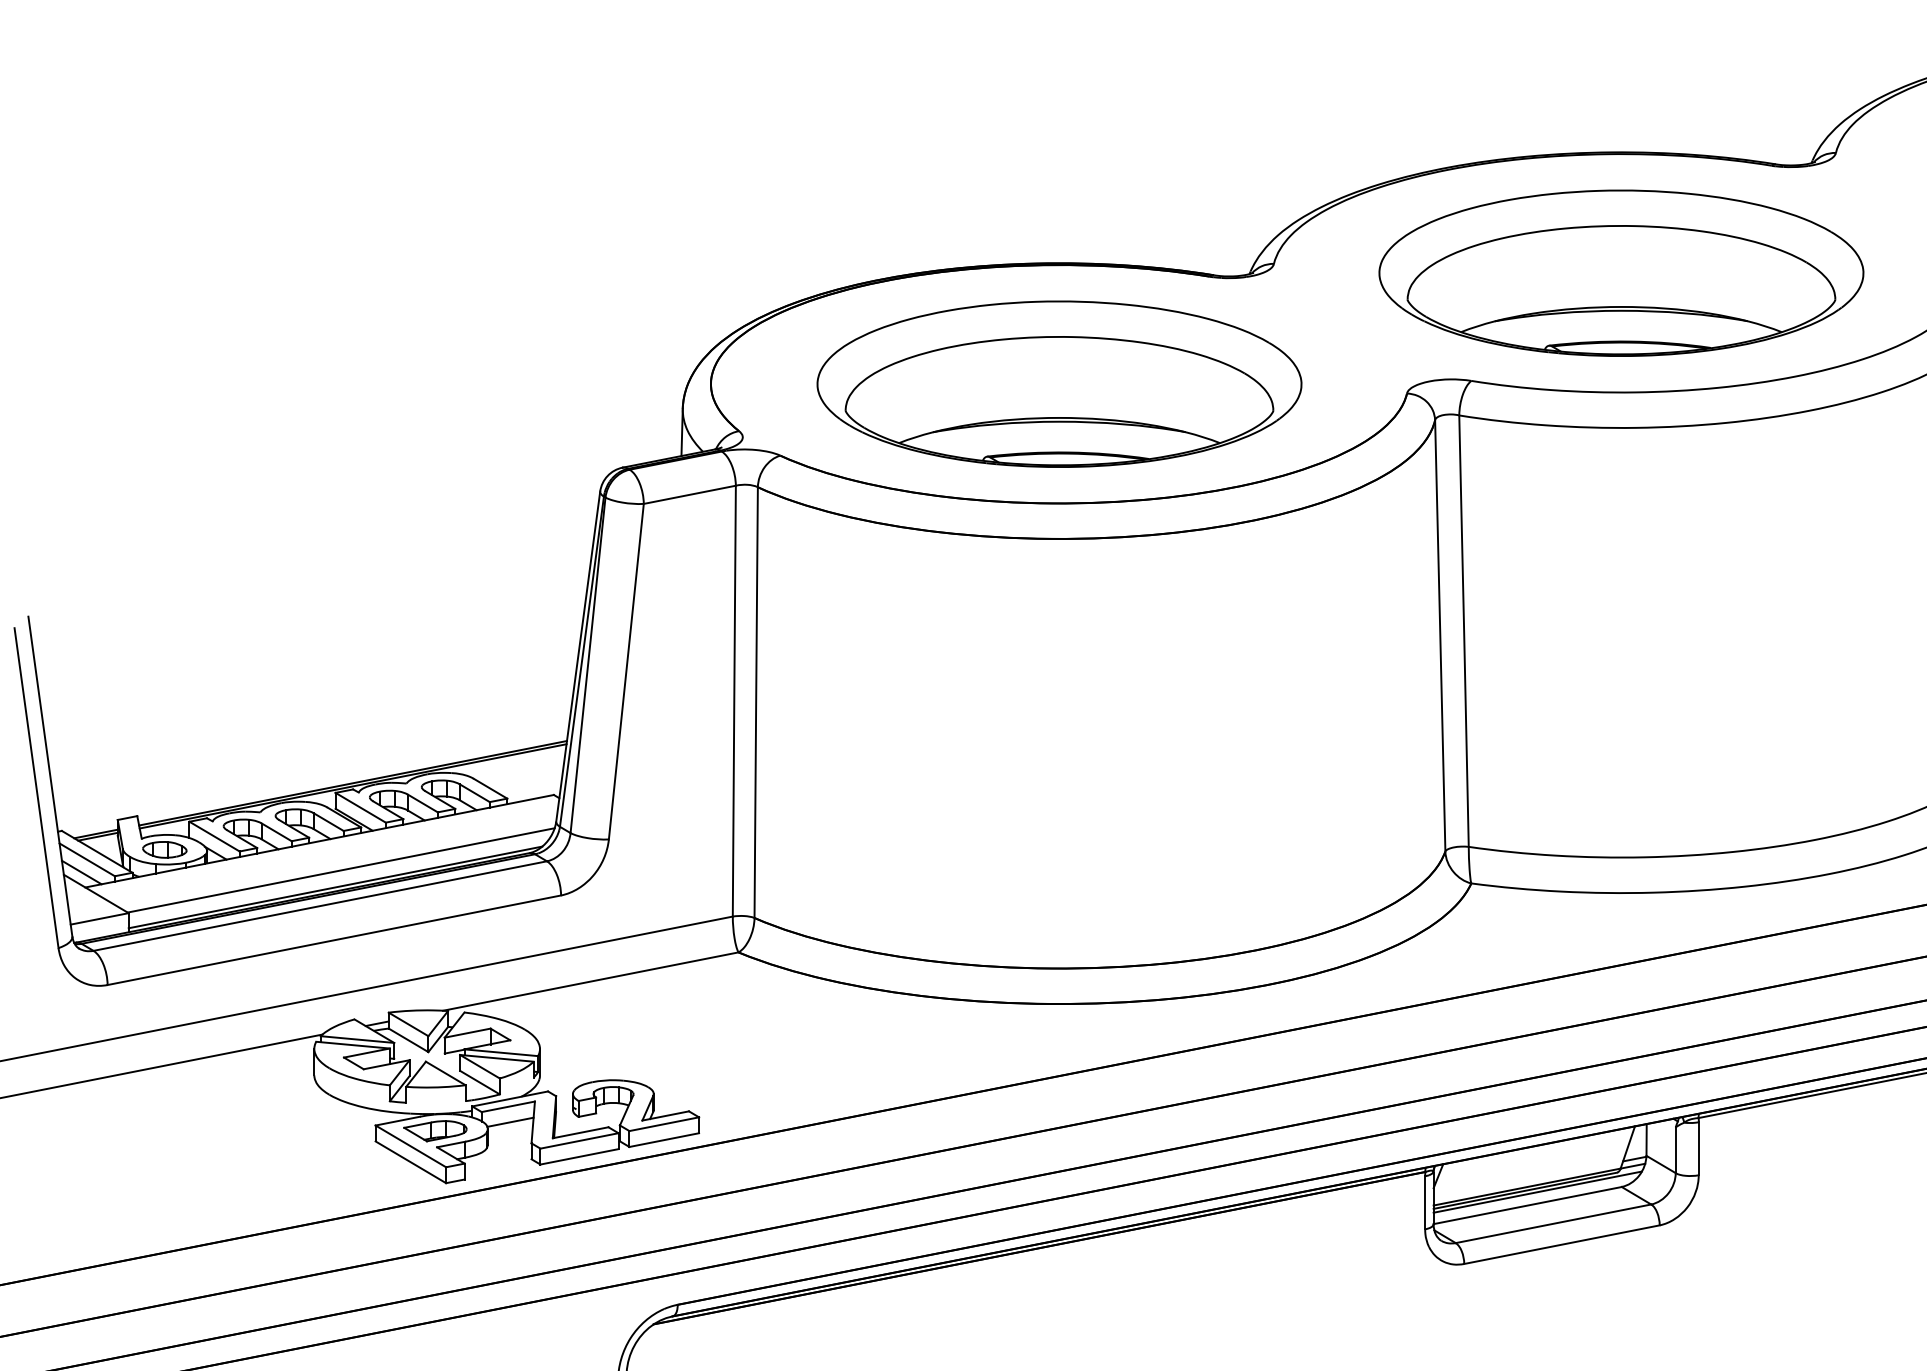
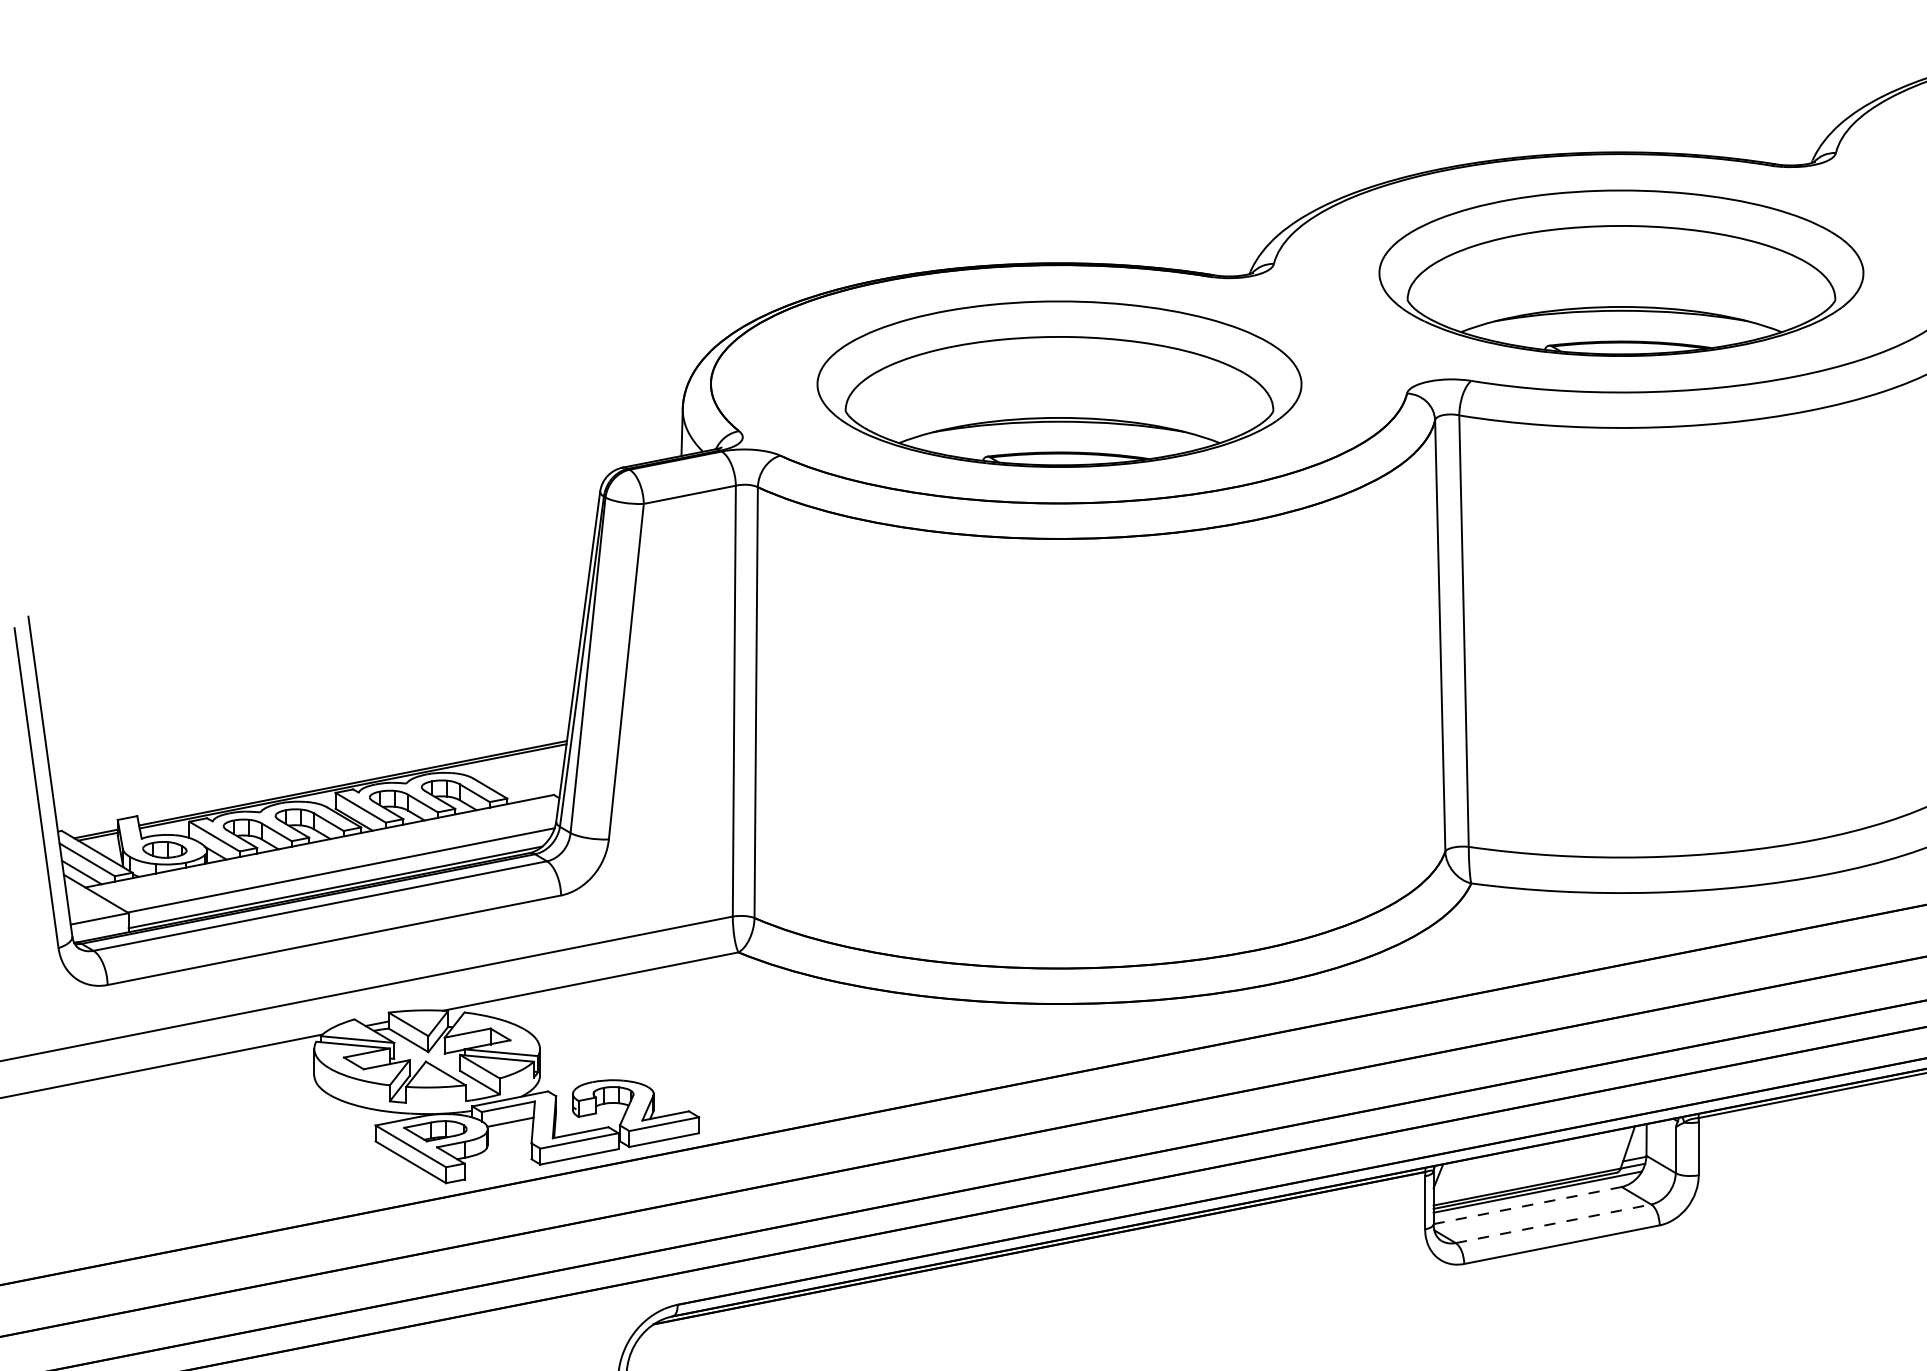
line at (1527, 1205): solid -> dashed
line at (1553, 1223): solid -> dashed
